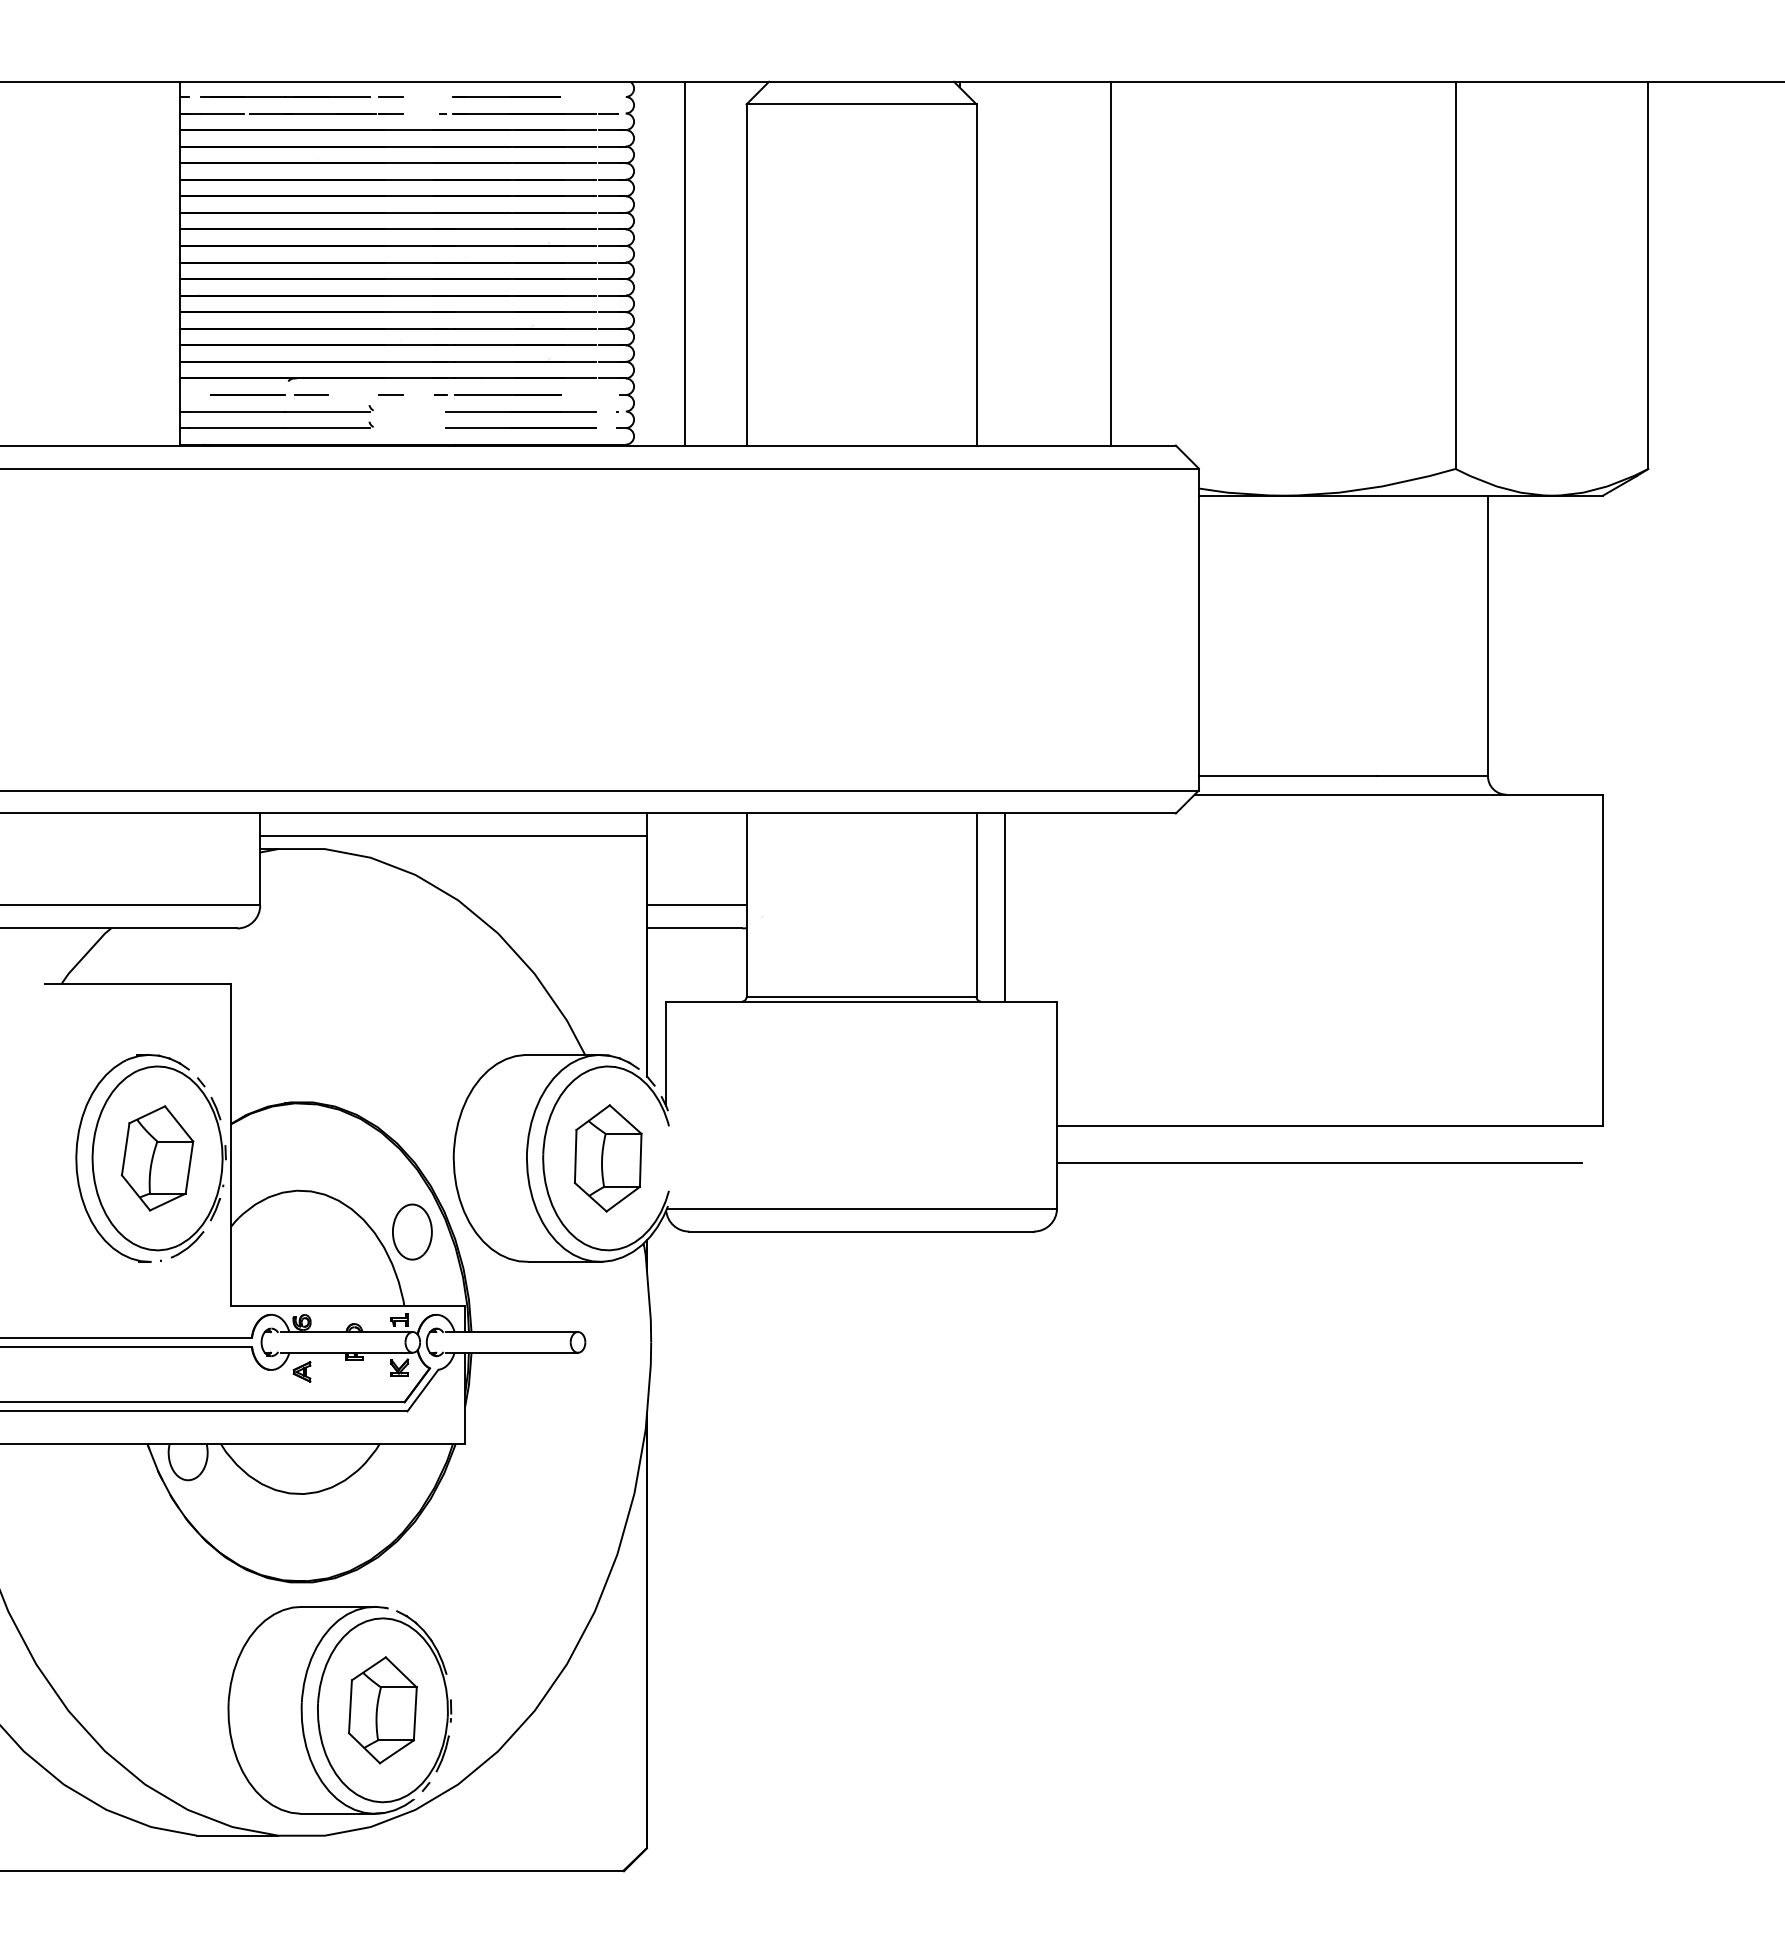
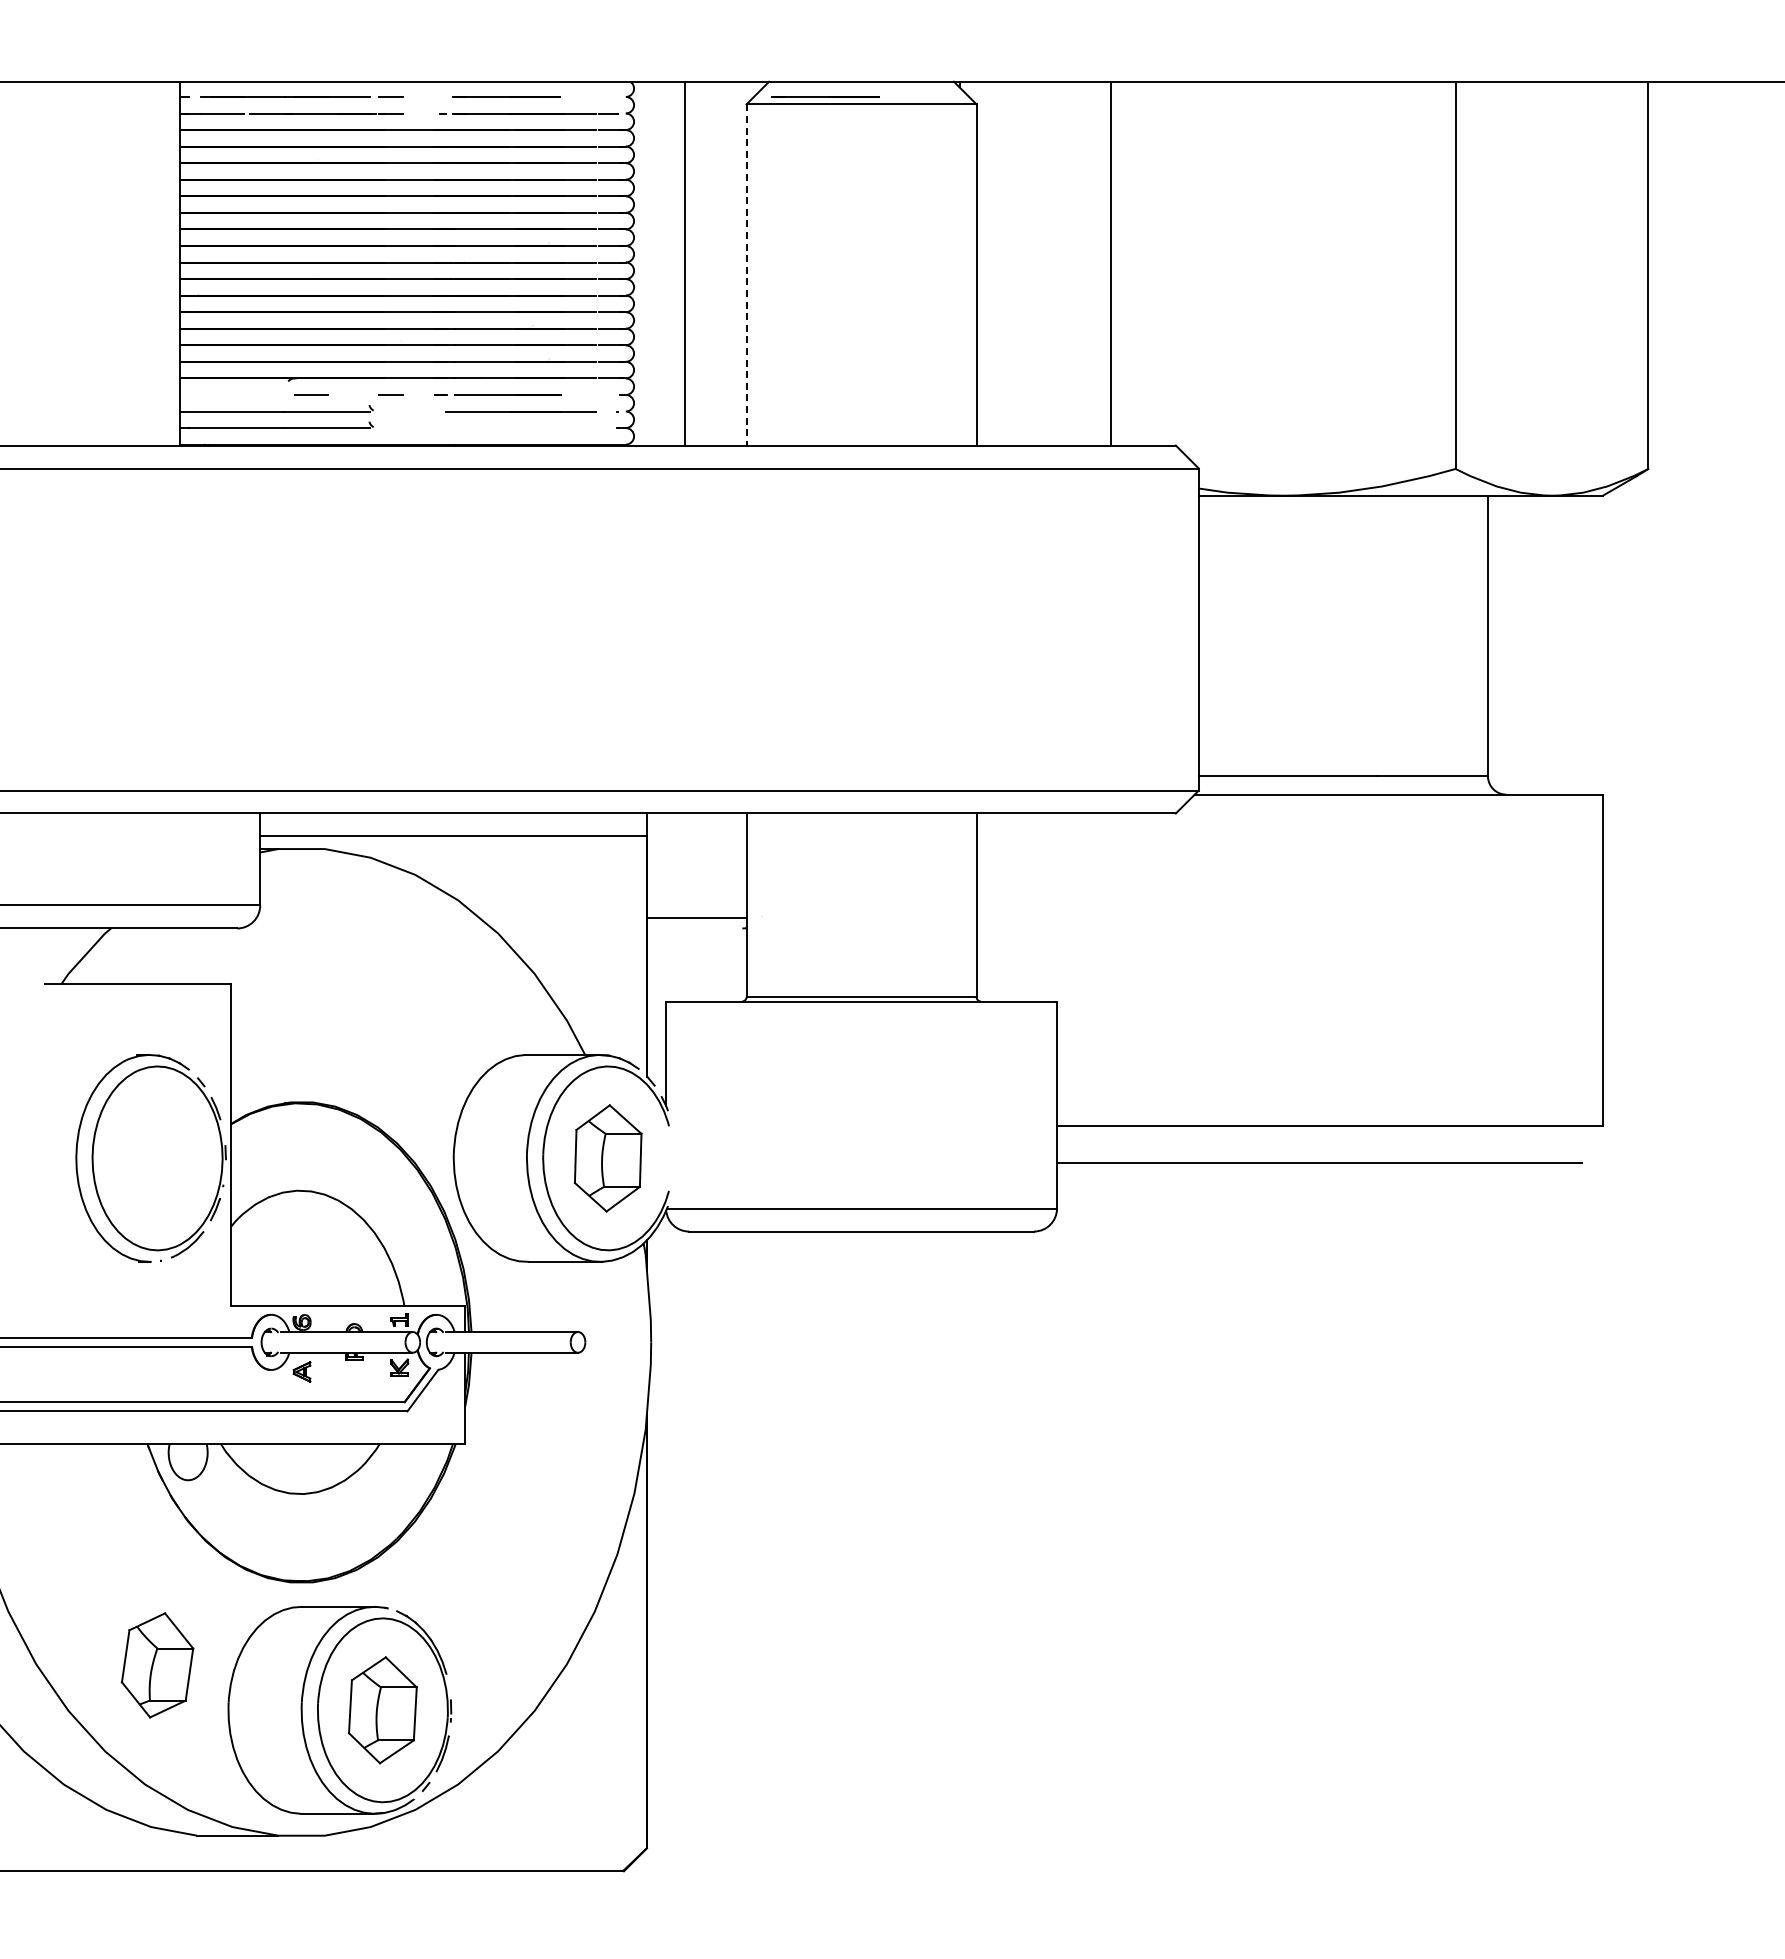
line at (825, 96): none -> present
line at (746, 274): solid -> dashed
line at (247, 394): present -> none
line at (520, 427): present -> none
line at (696, 905) position: (696, 905) -> (696, 918)
line at (1005, 907): present -> none
line at (694, 928): present -> none
part at (157, 1158) position: (157, 1158) -> (157, 1665)
part at (412, 1231): present -> none
